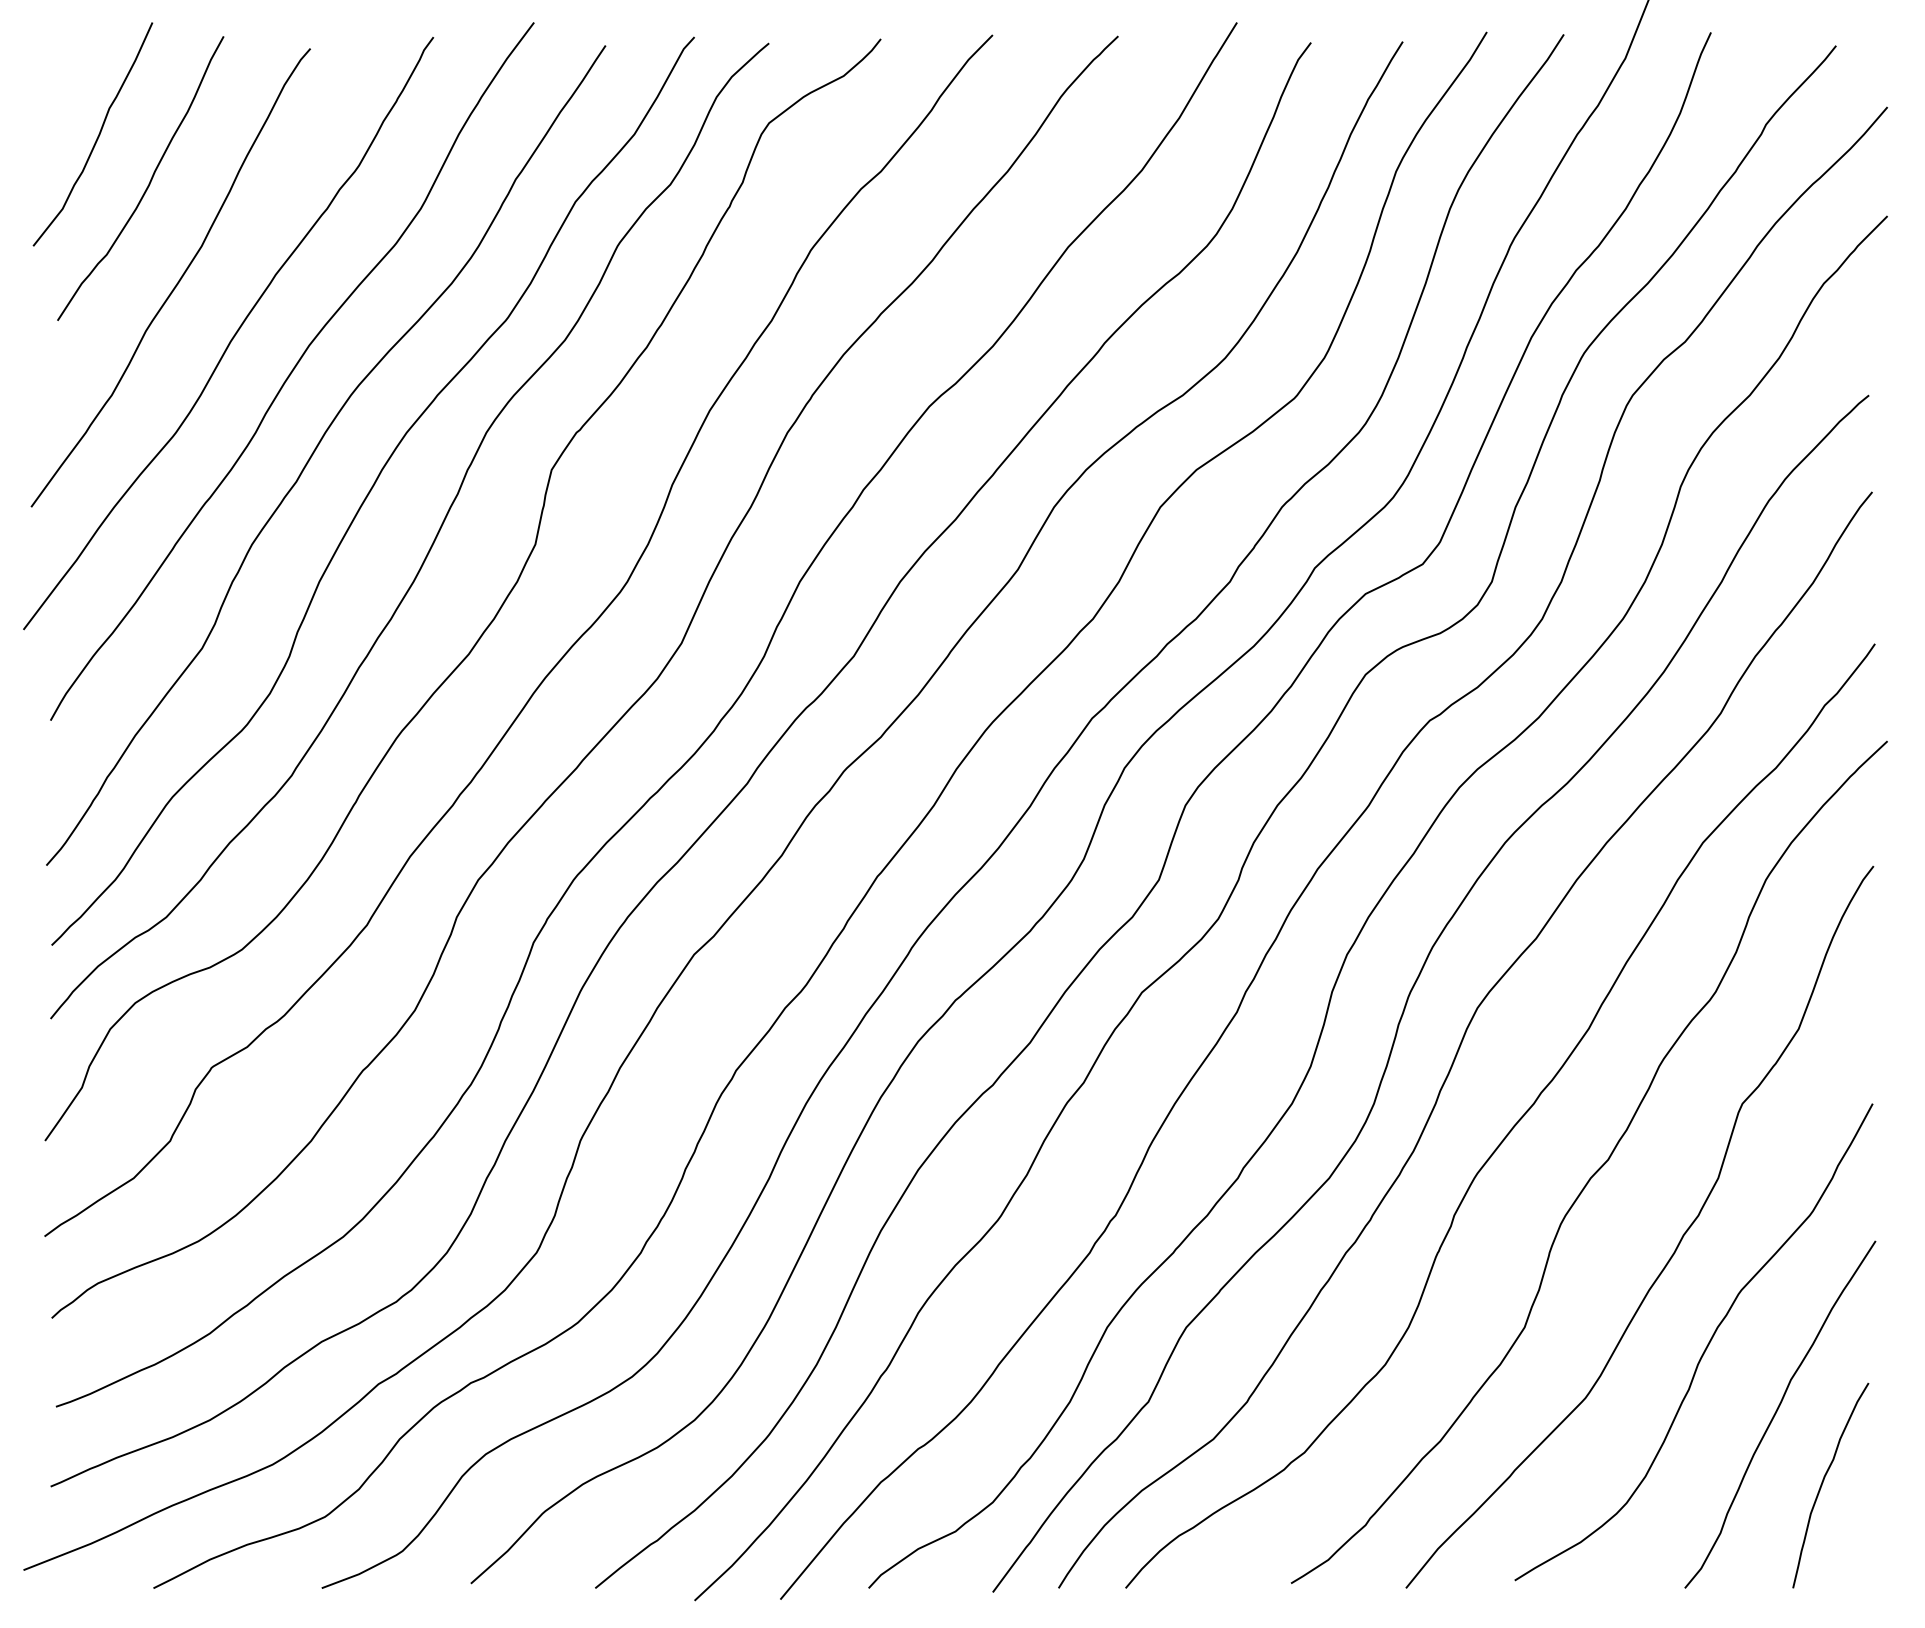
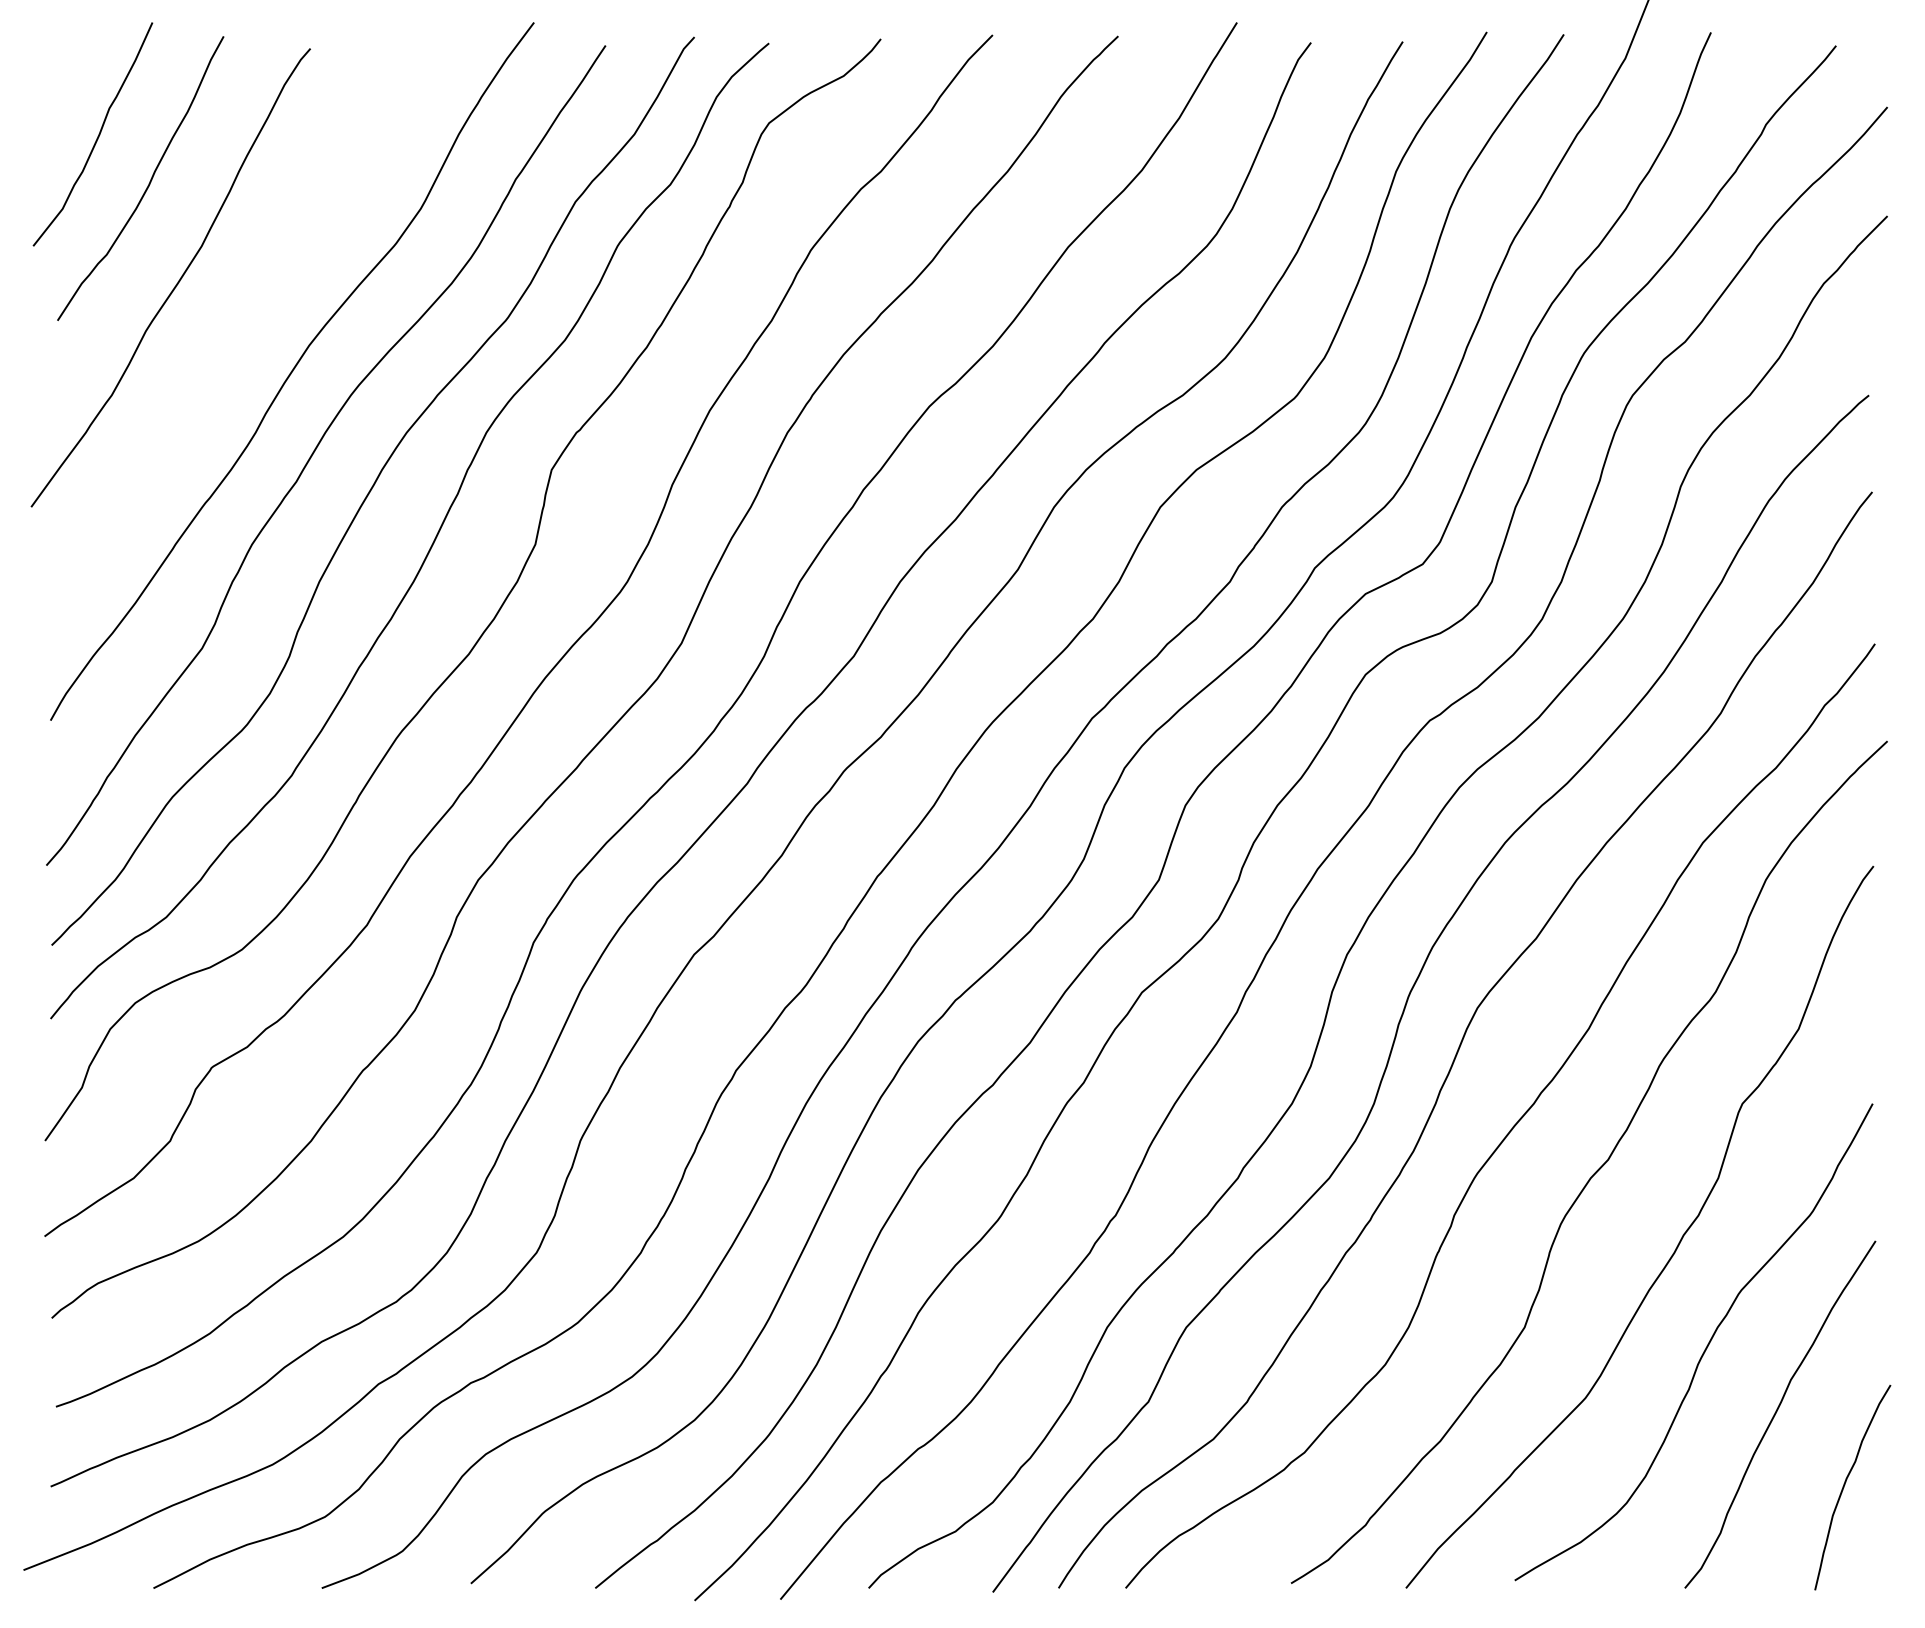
curve at (233, 335): present -> none
curve at (1823, 1483) position: (1823, 1483) -> (1845, 1485)
